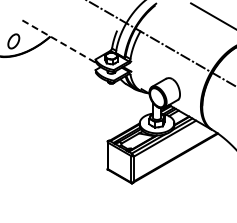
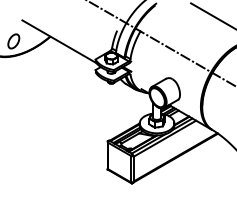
line at (59, 41): dashed -> solid
